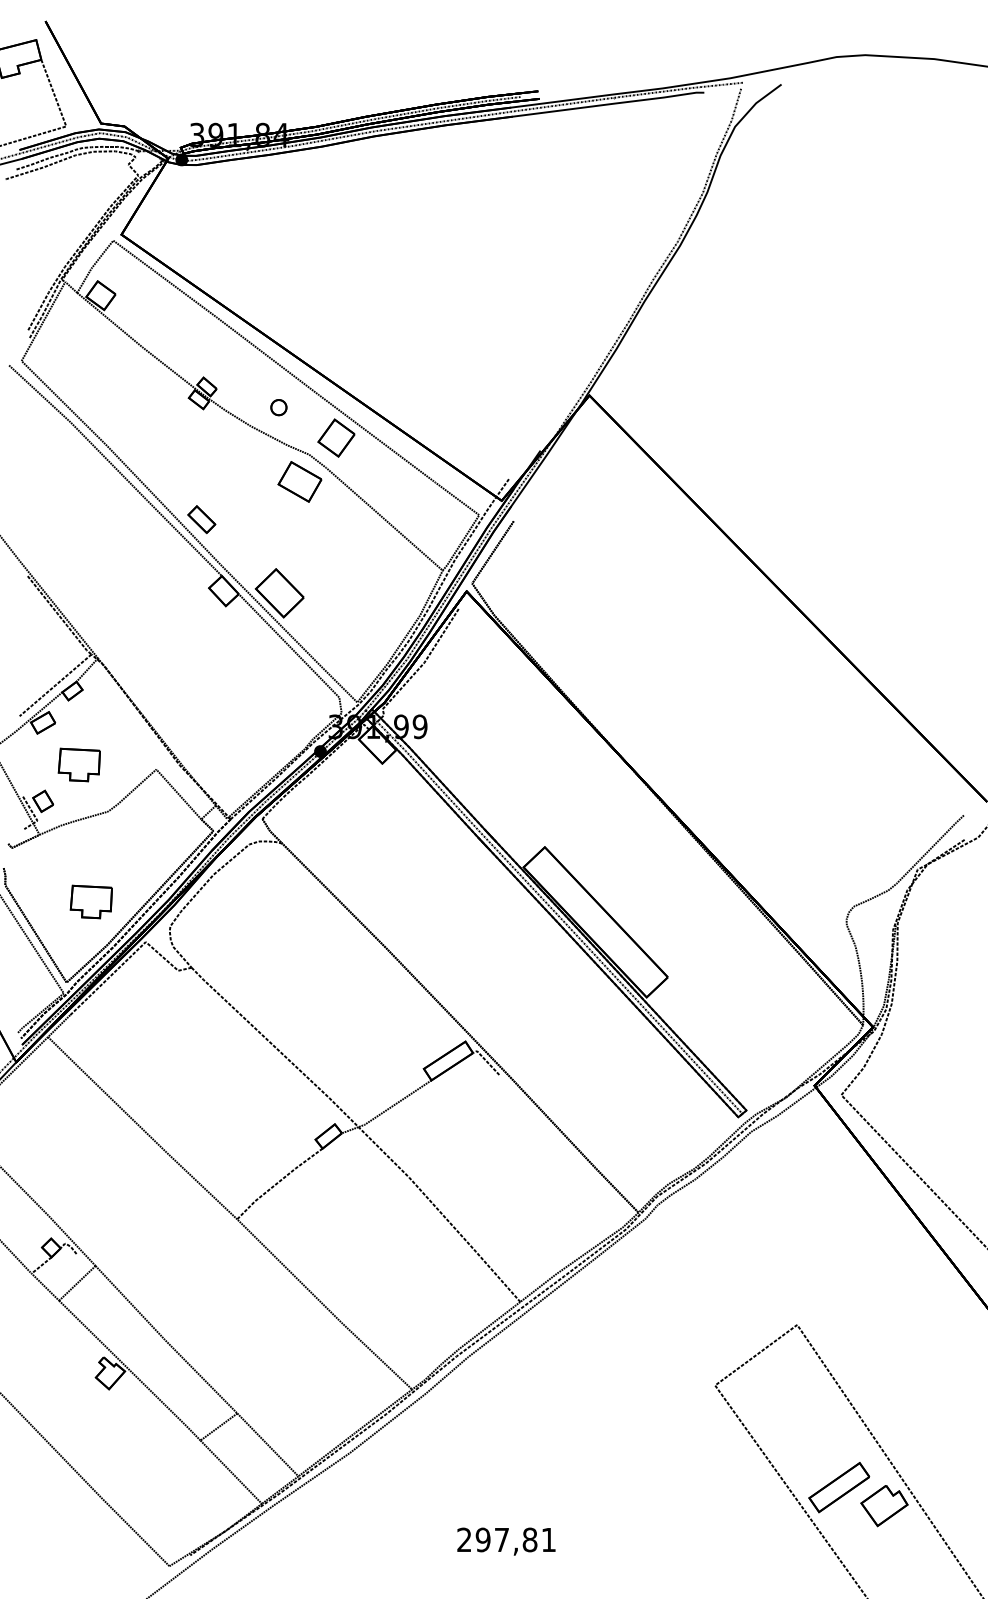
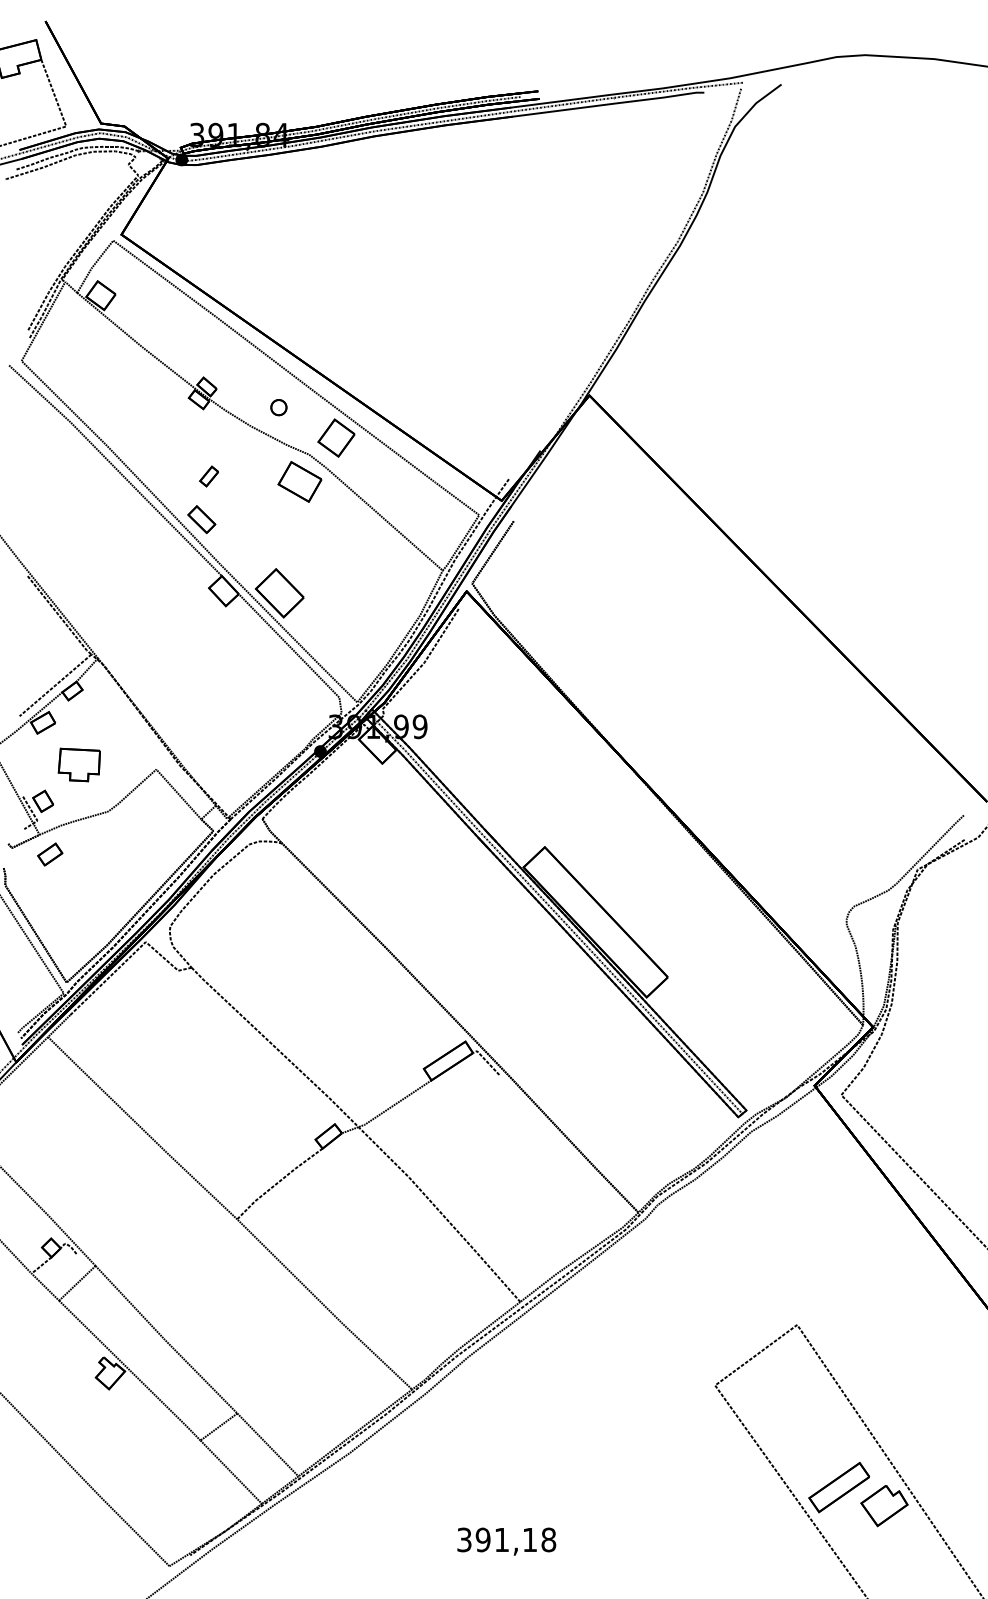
part at (208, 476): none -> present
part at (50, 854): none -> present
part at (90, 901): present -> none
text at (506, 1539): 297,81 -> 391,18
